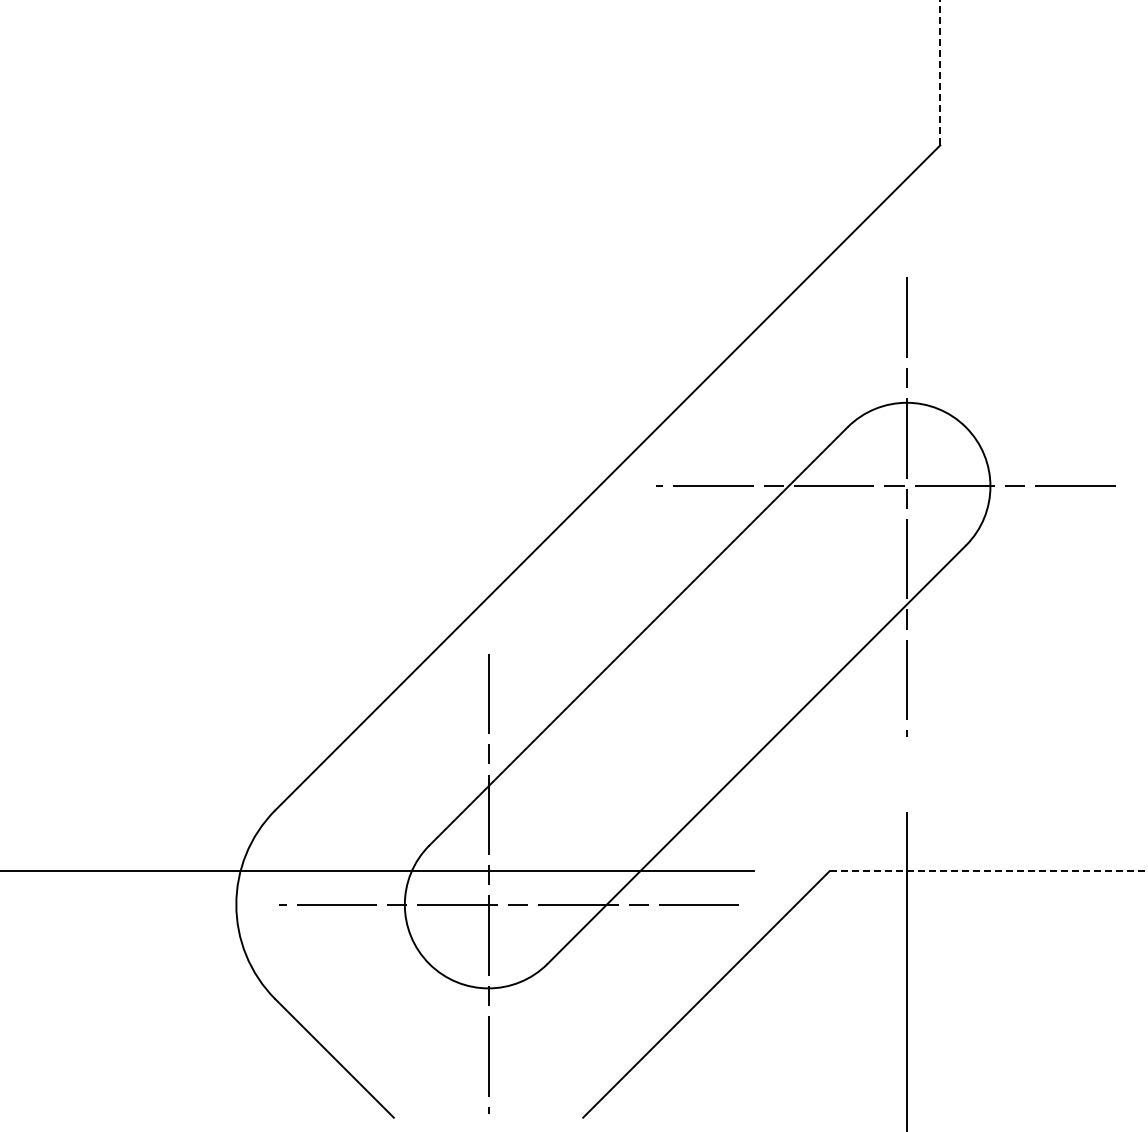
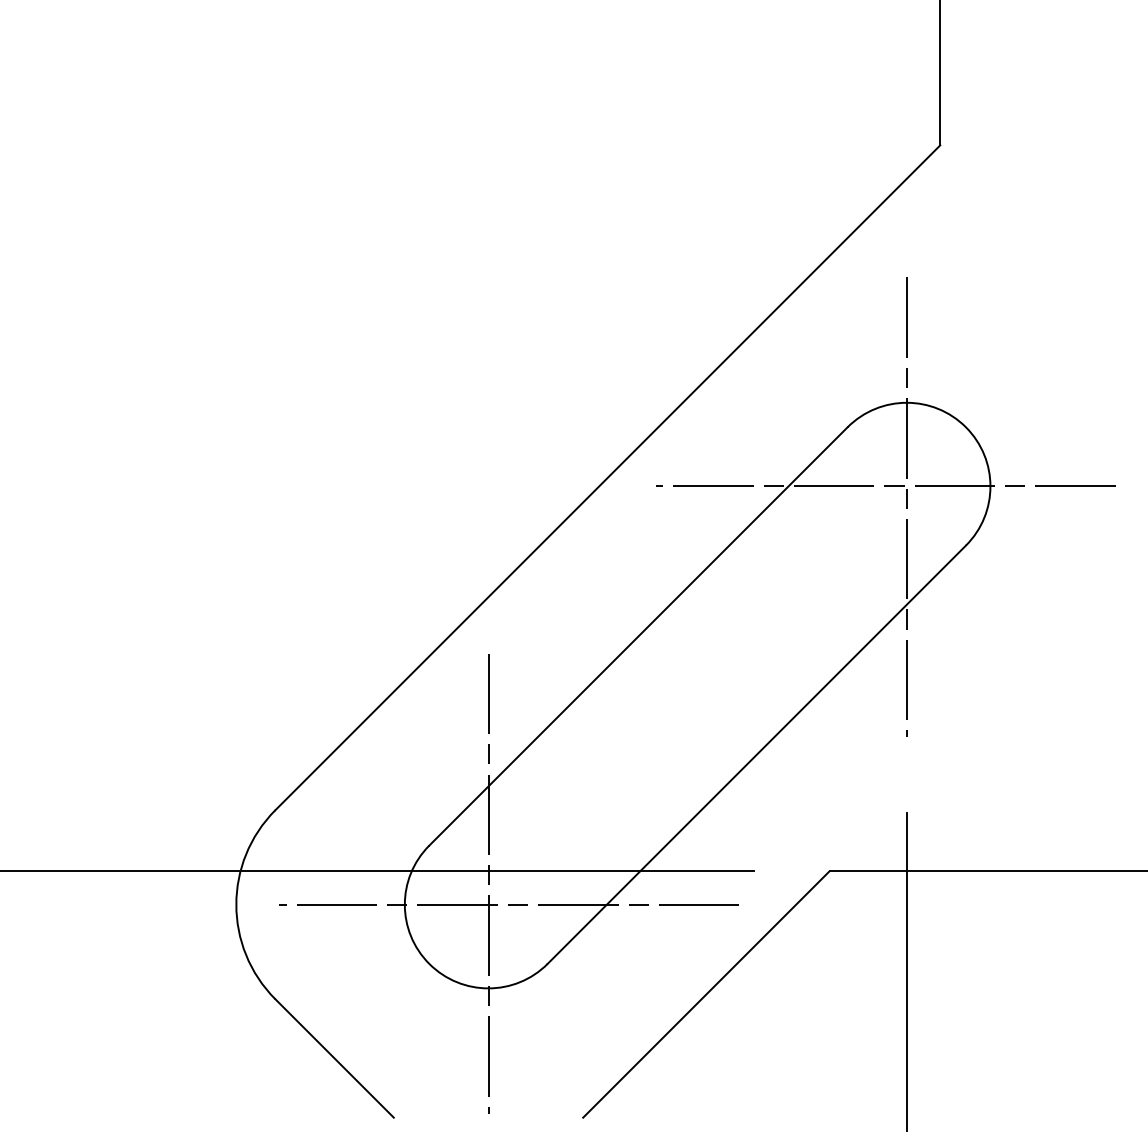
line at (940, 72): dashed -> solid
line at (988, 871): dashed -> solid
